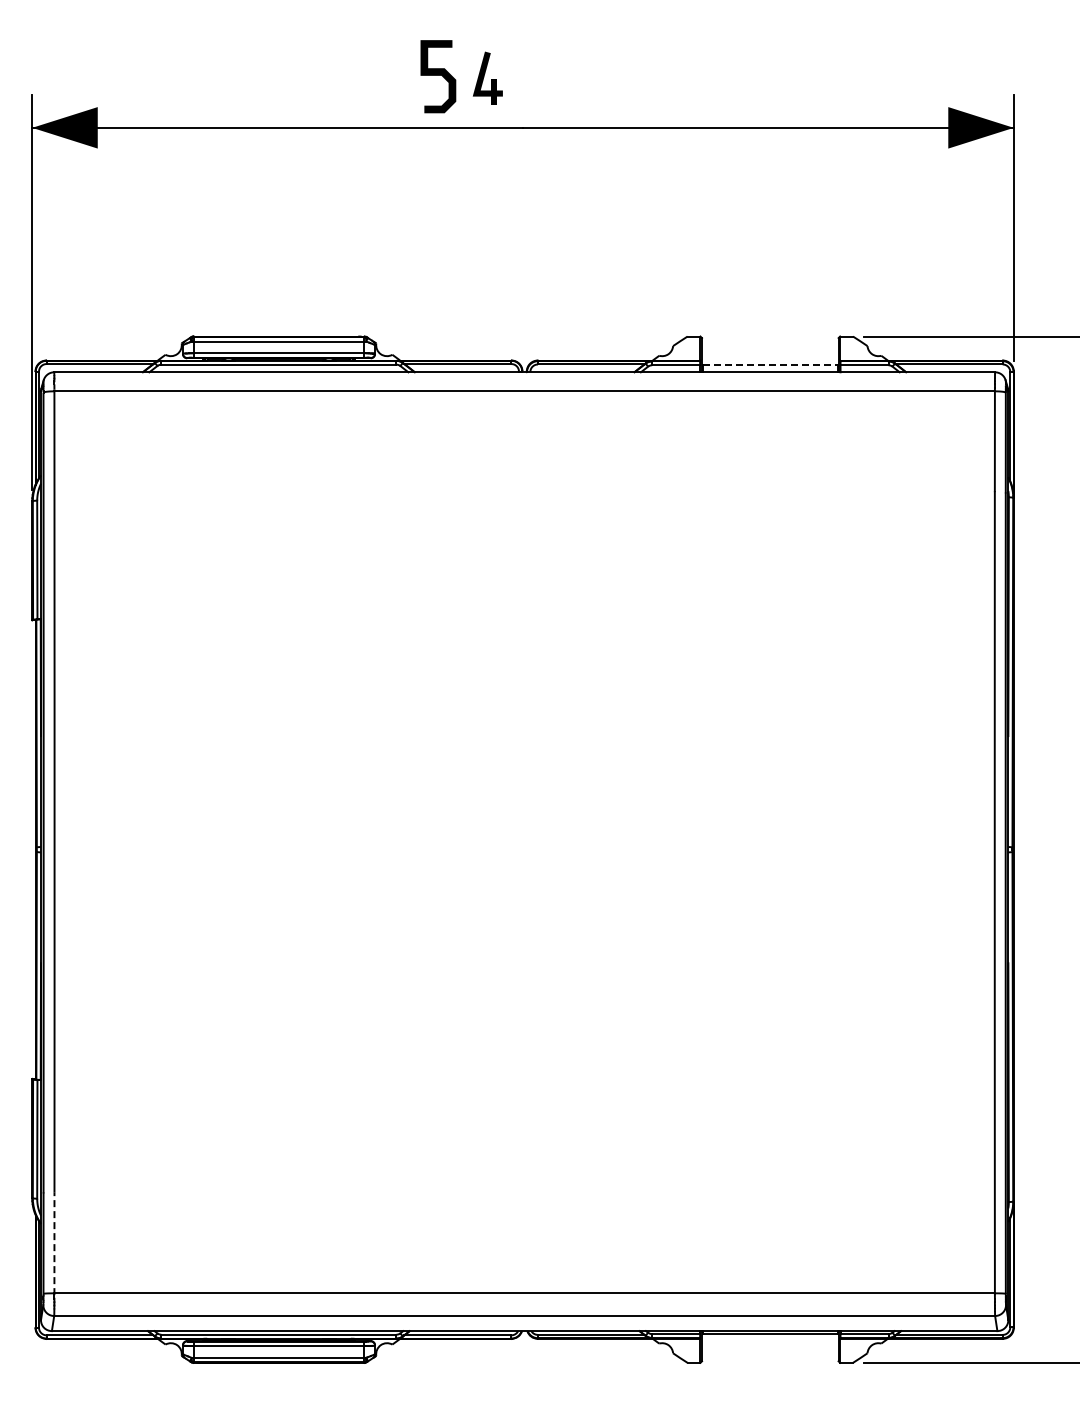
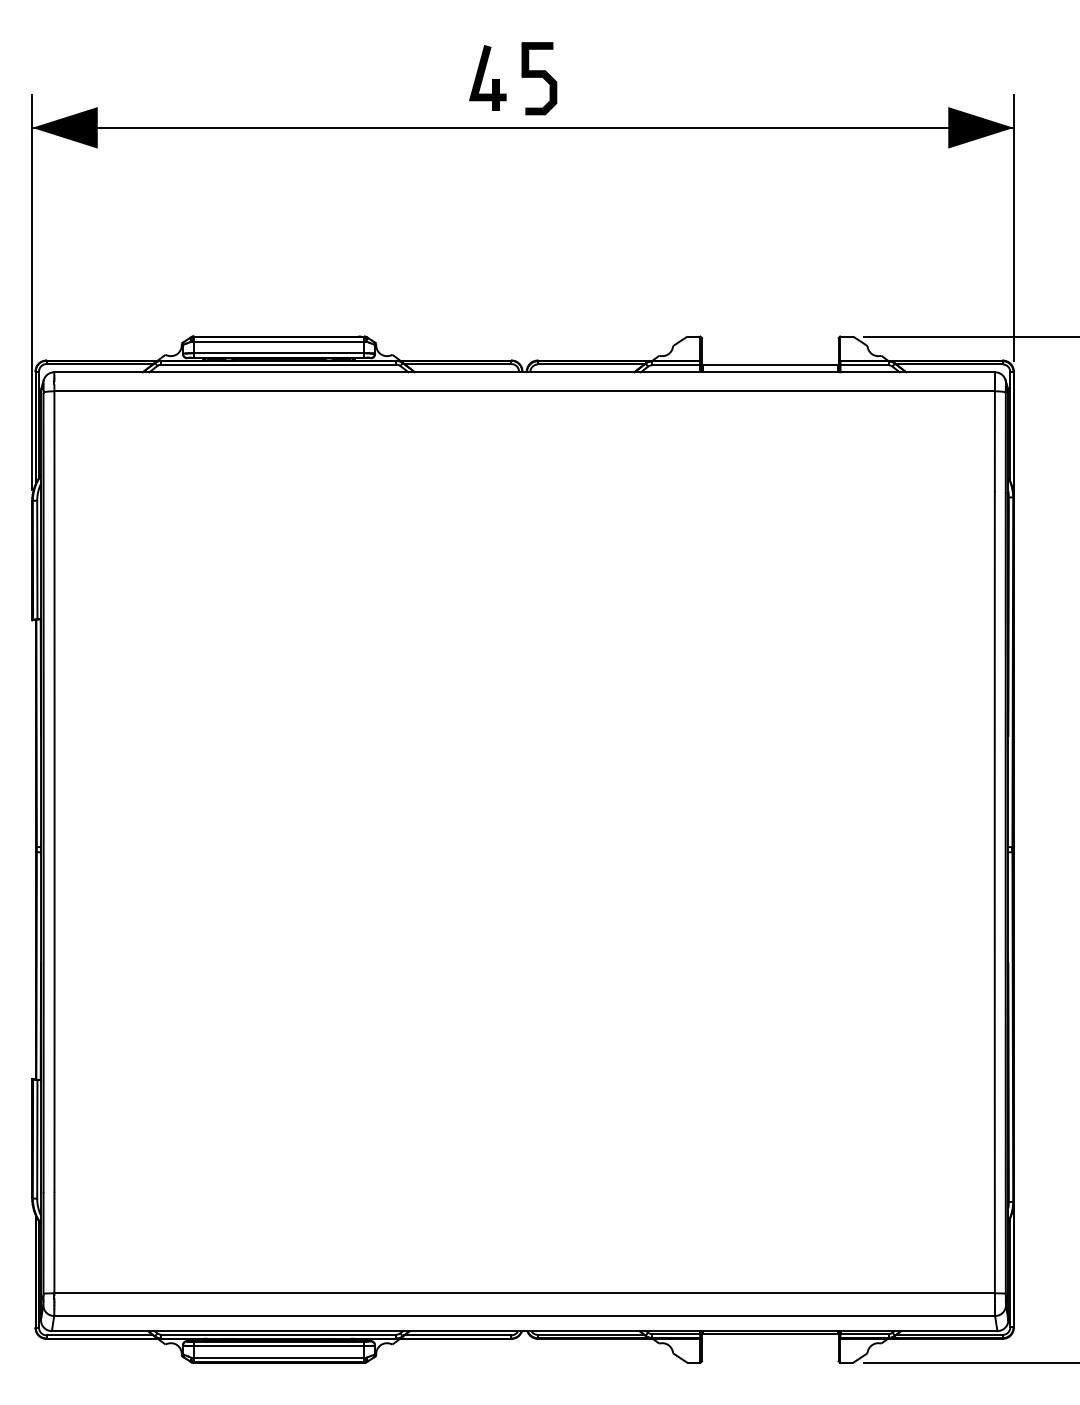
curve at (438, 75) position: (438, 75) -> (539, 77)
part at (487, 77) size: 30x54 px -> 38x66 px
line at (770, 364): dashed -> solid
line at (54, 1243): dashed -> solid
